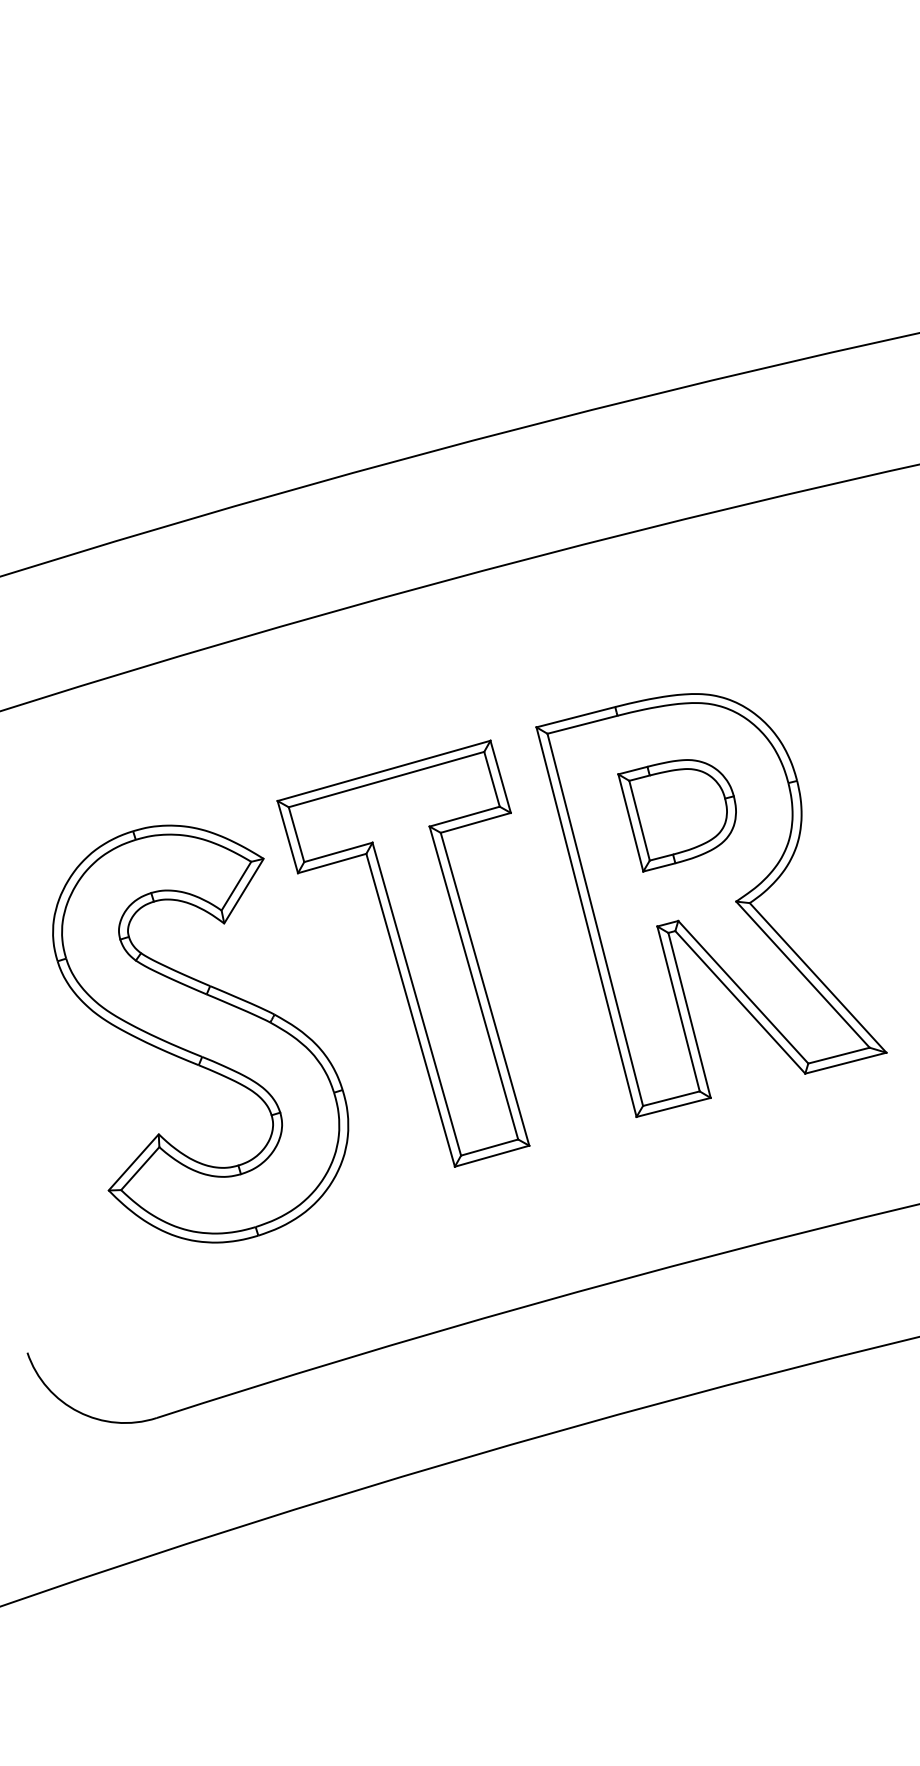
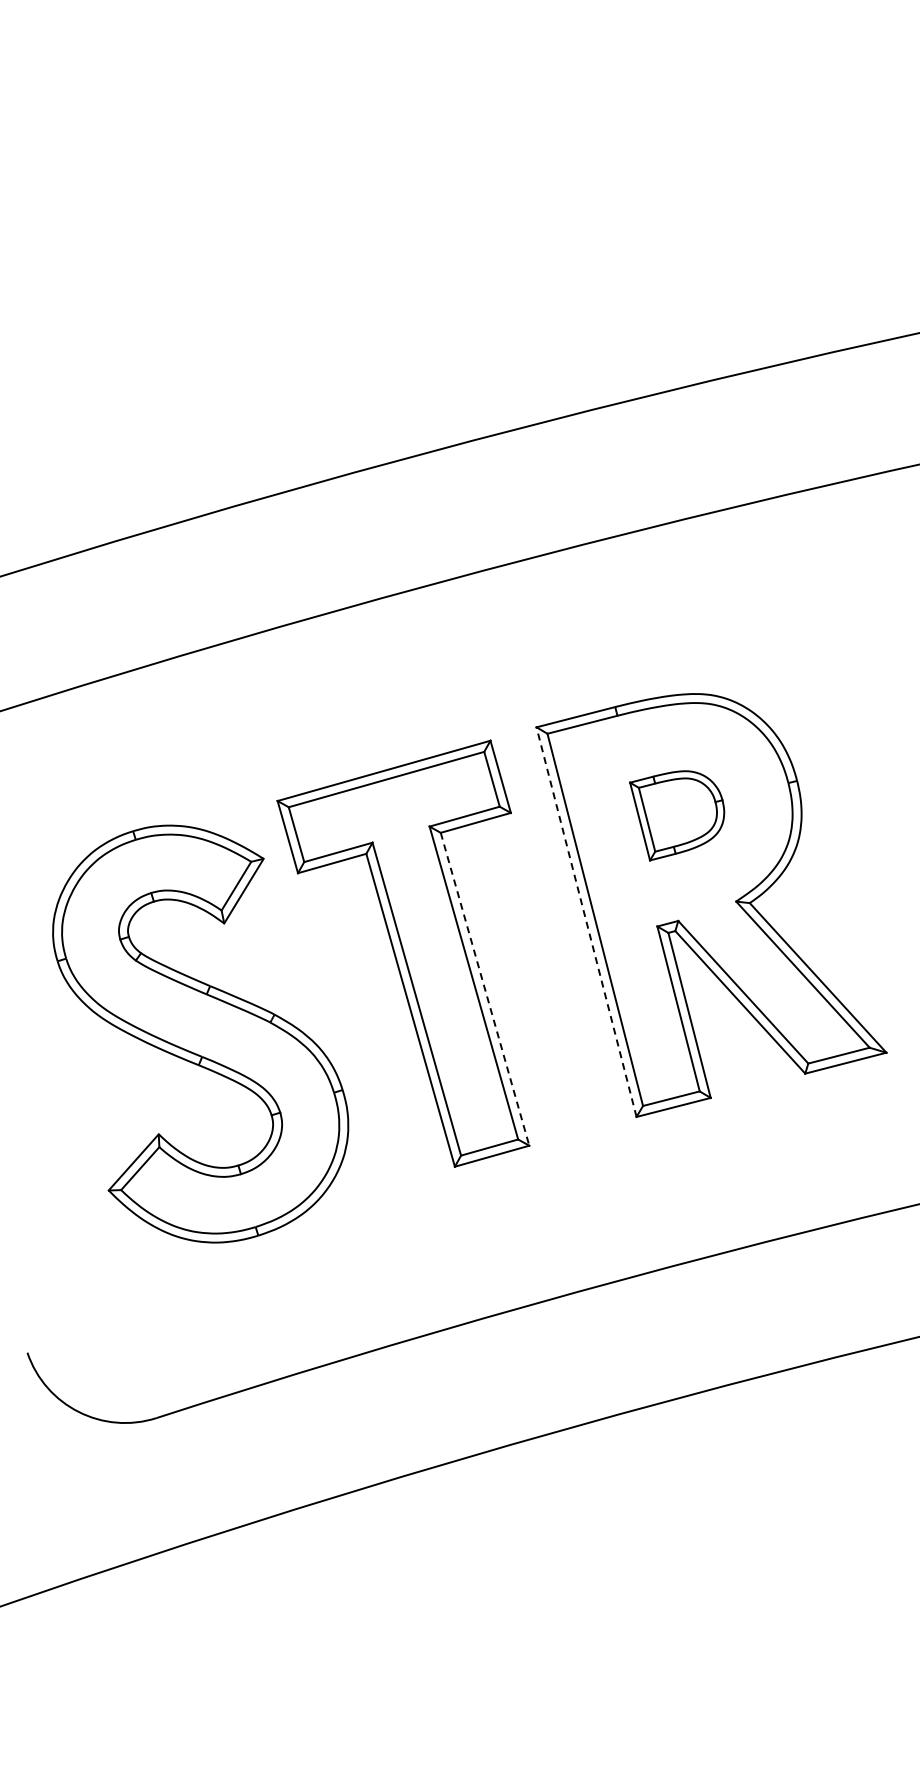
part at (676, 815) size: 120x114 px -> 97x92 px
line at (586, 921): solid -> dashed
line at (485, 989): solid -> dashed
